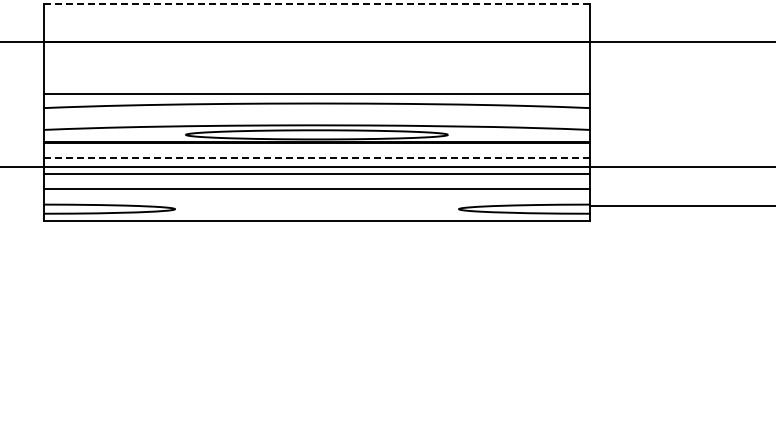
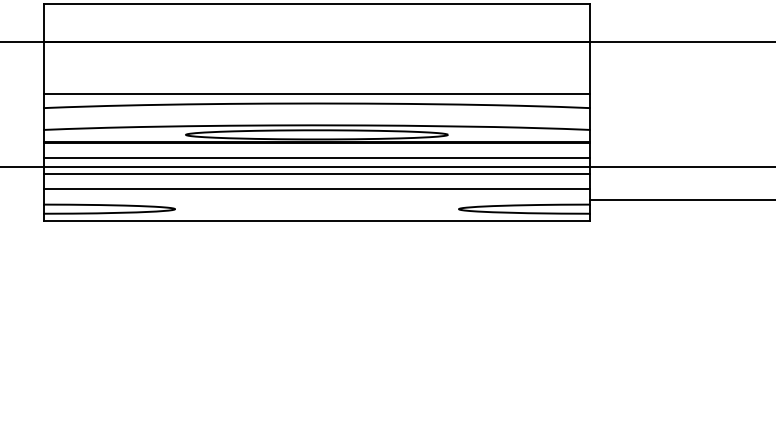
line at (317, 4): dashed -> solid
line at (317, 158): dashed -> solid
line at (681, 205) position: (681, 205) -> (681, 199)
